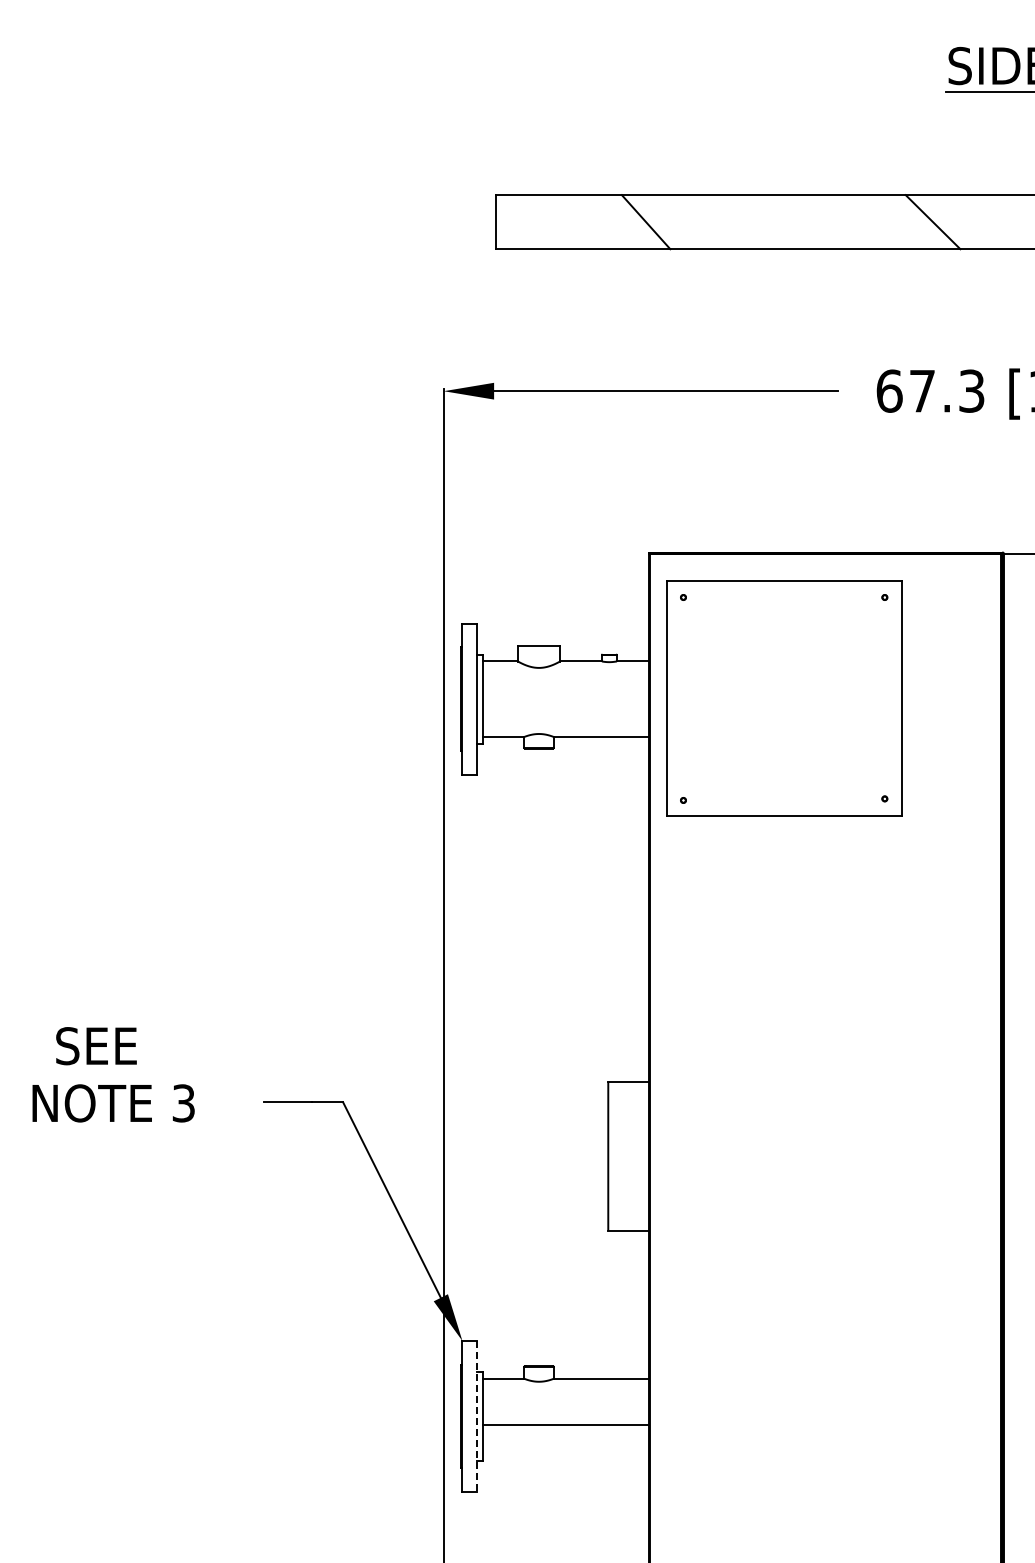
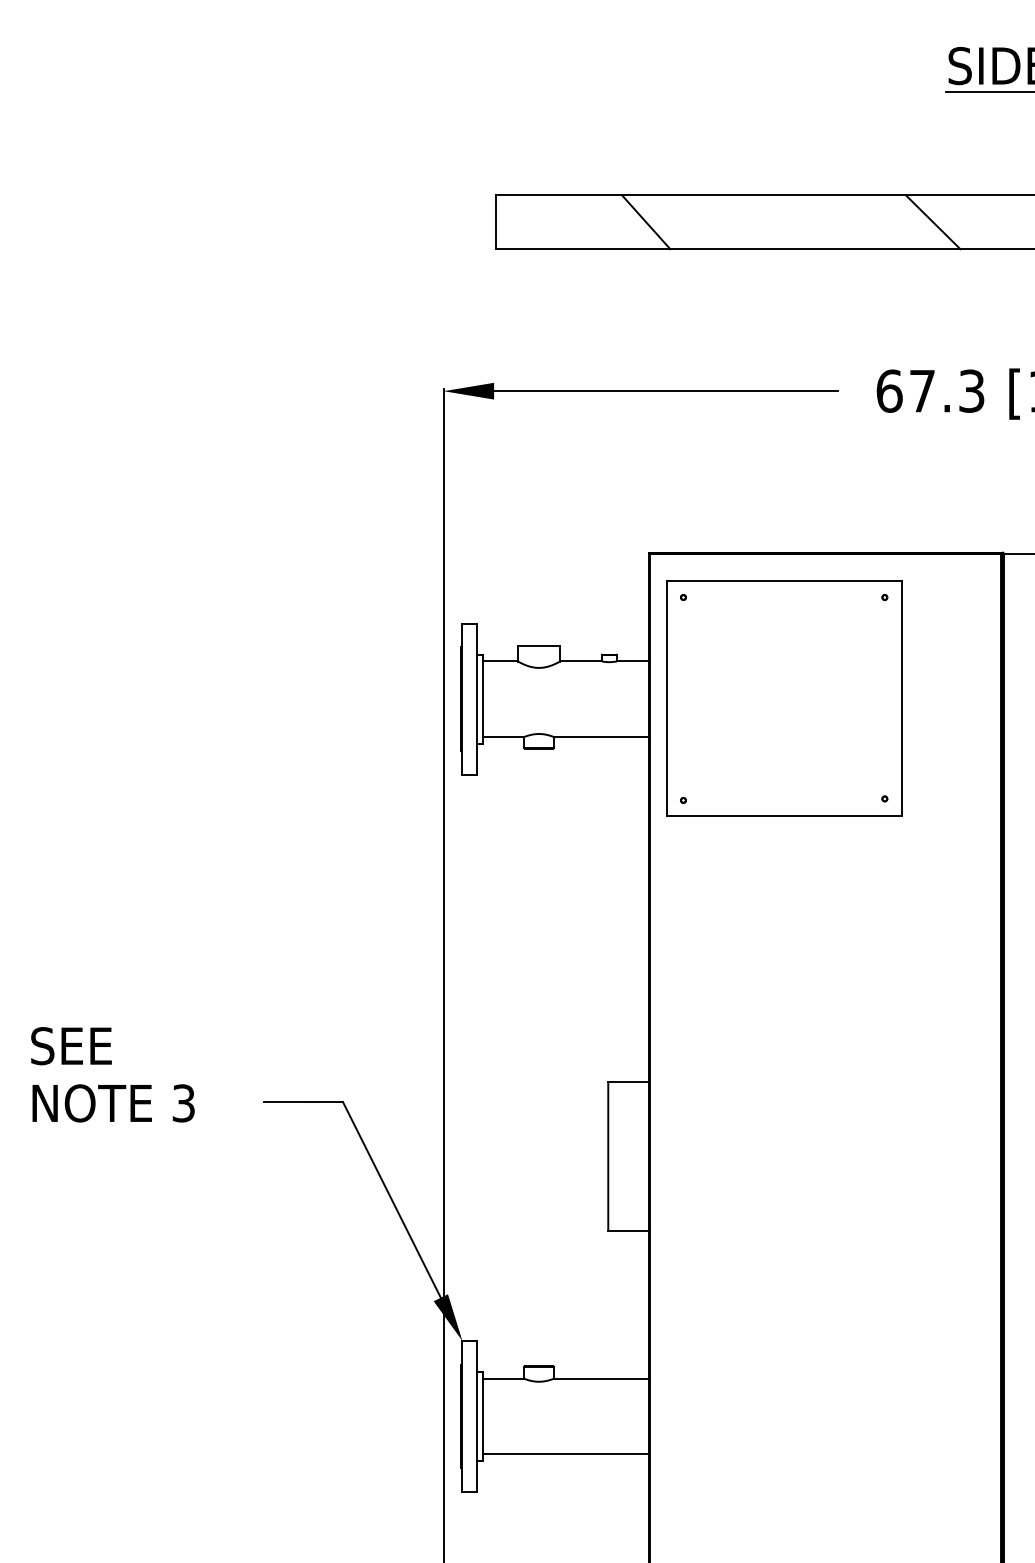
text at (96, 1046) position: (96, 1046) -> (71, 1046)
line at (477, 1416): dashed -> solid
line at (565, 1425) position: (565, 1425) -> (565, 1454)
